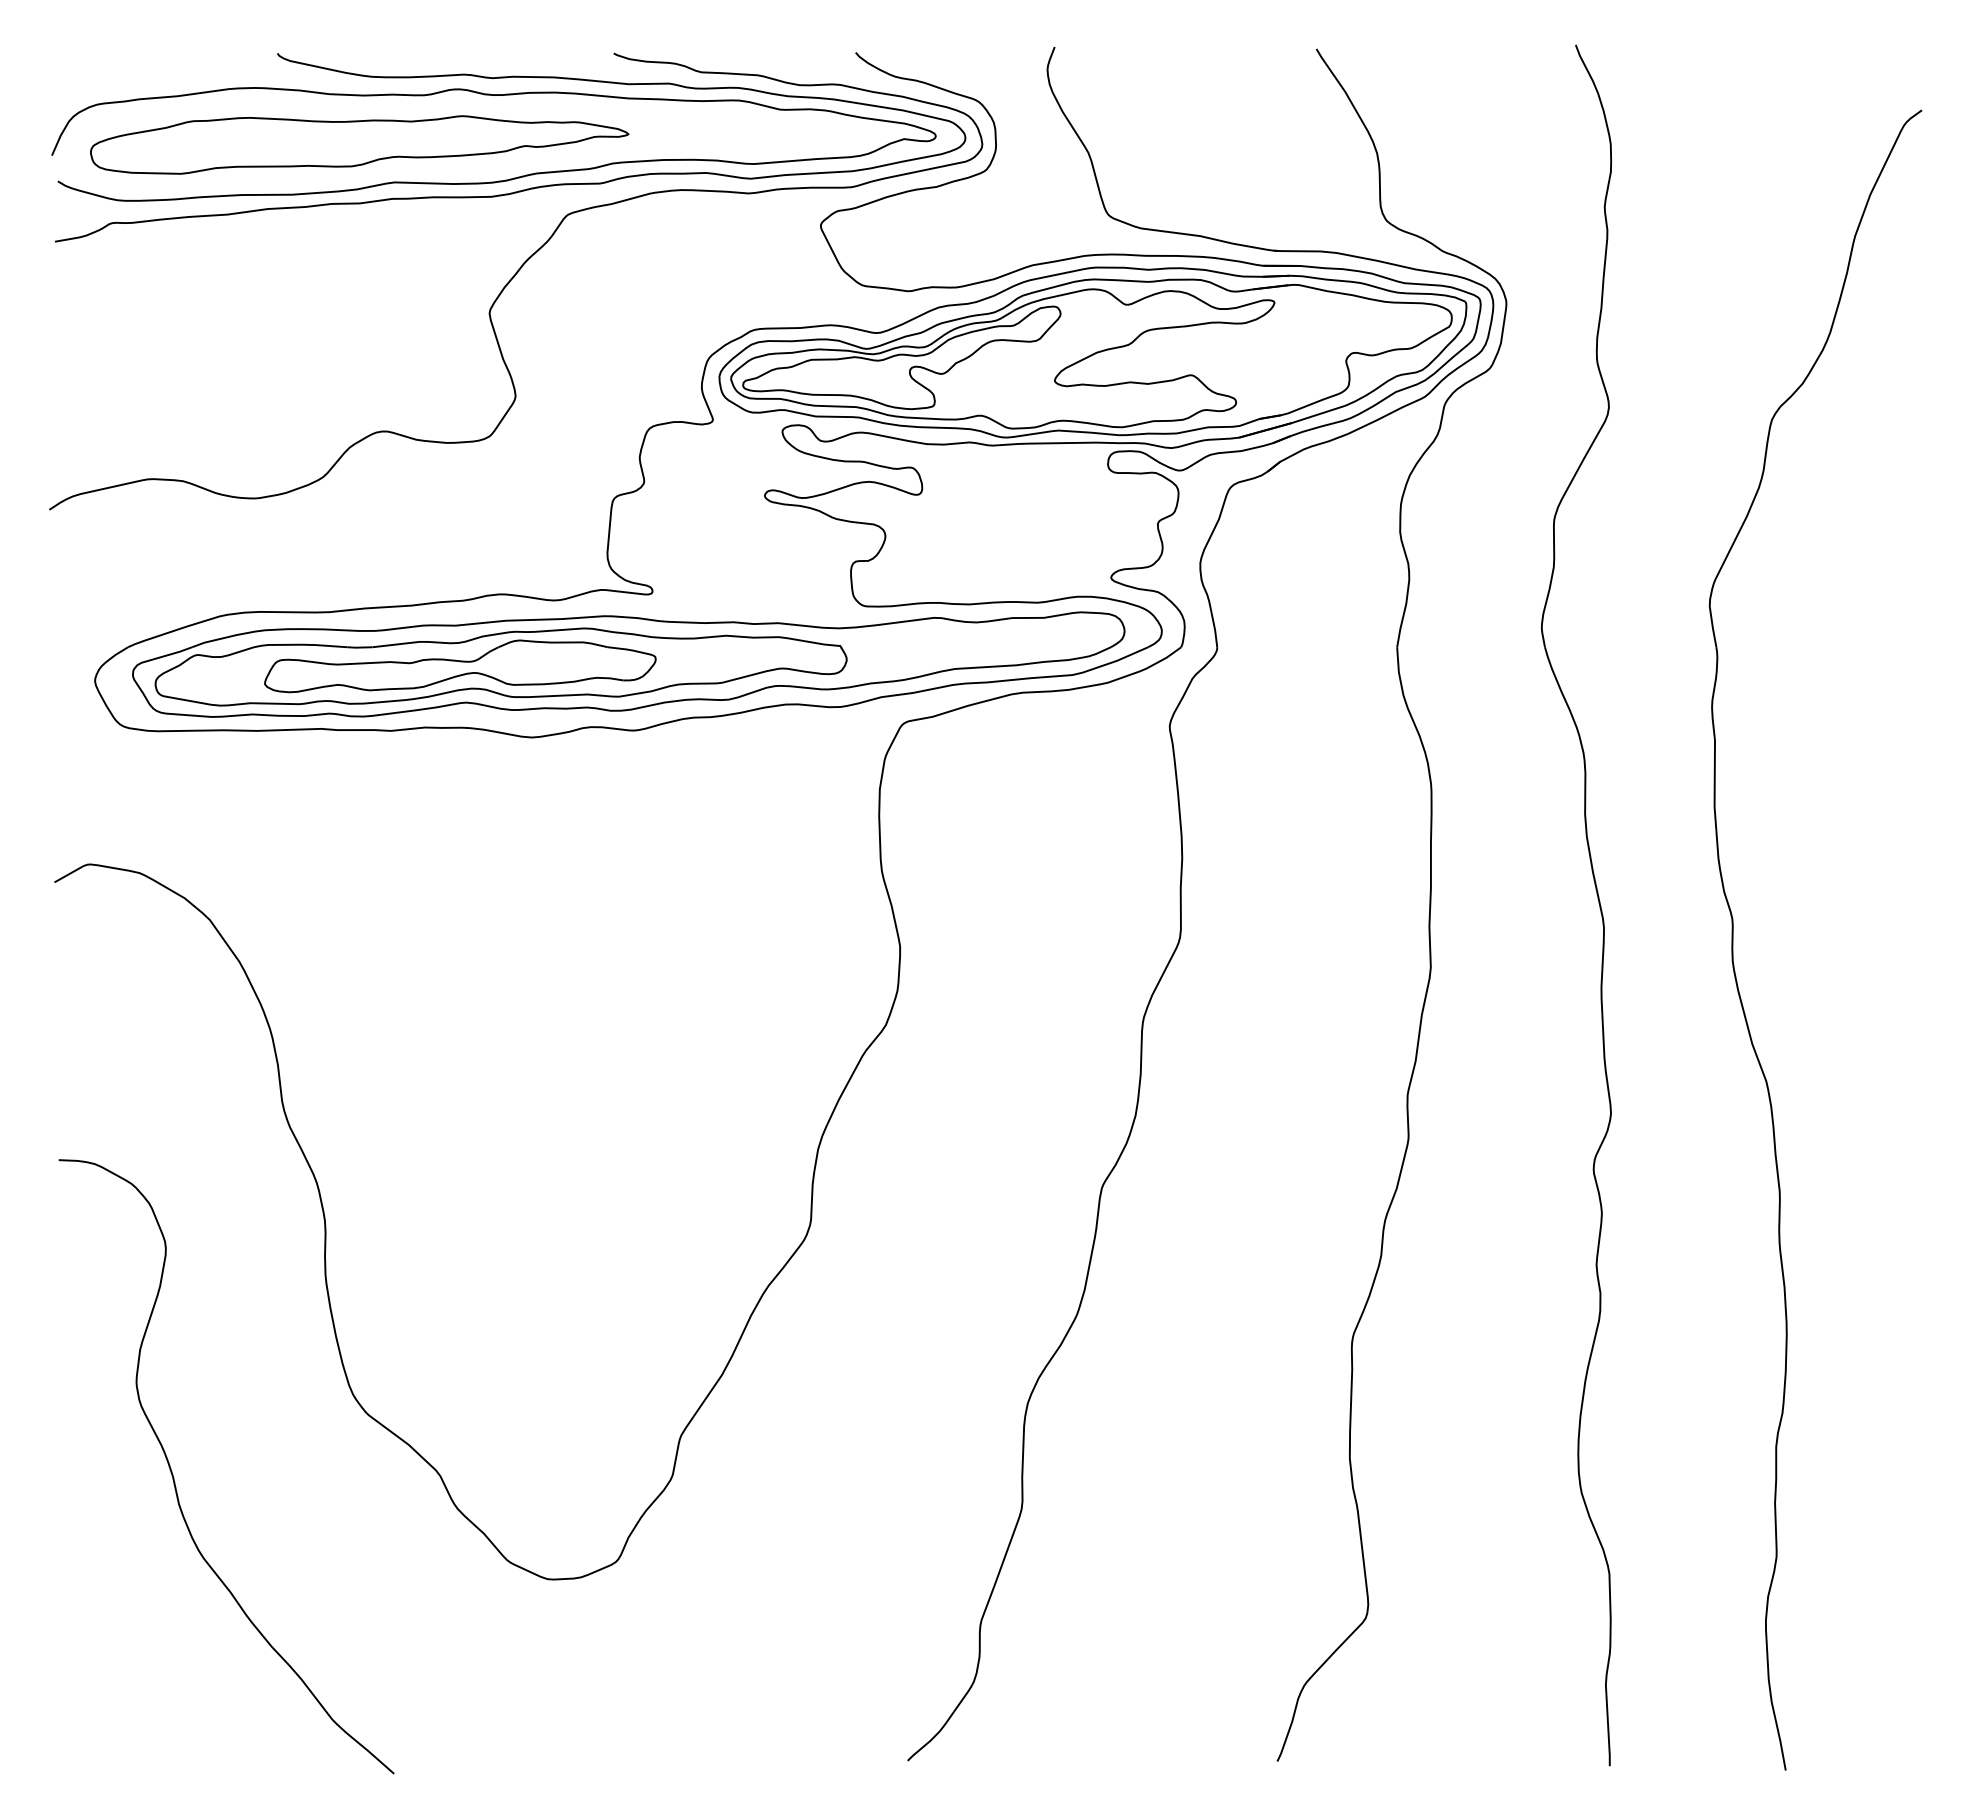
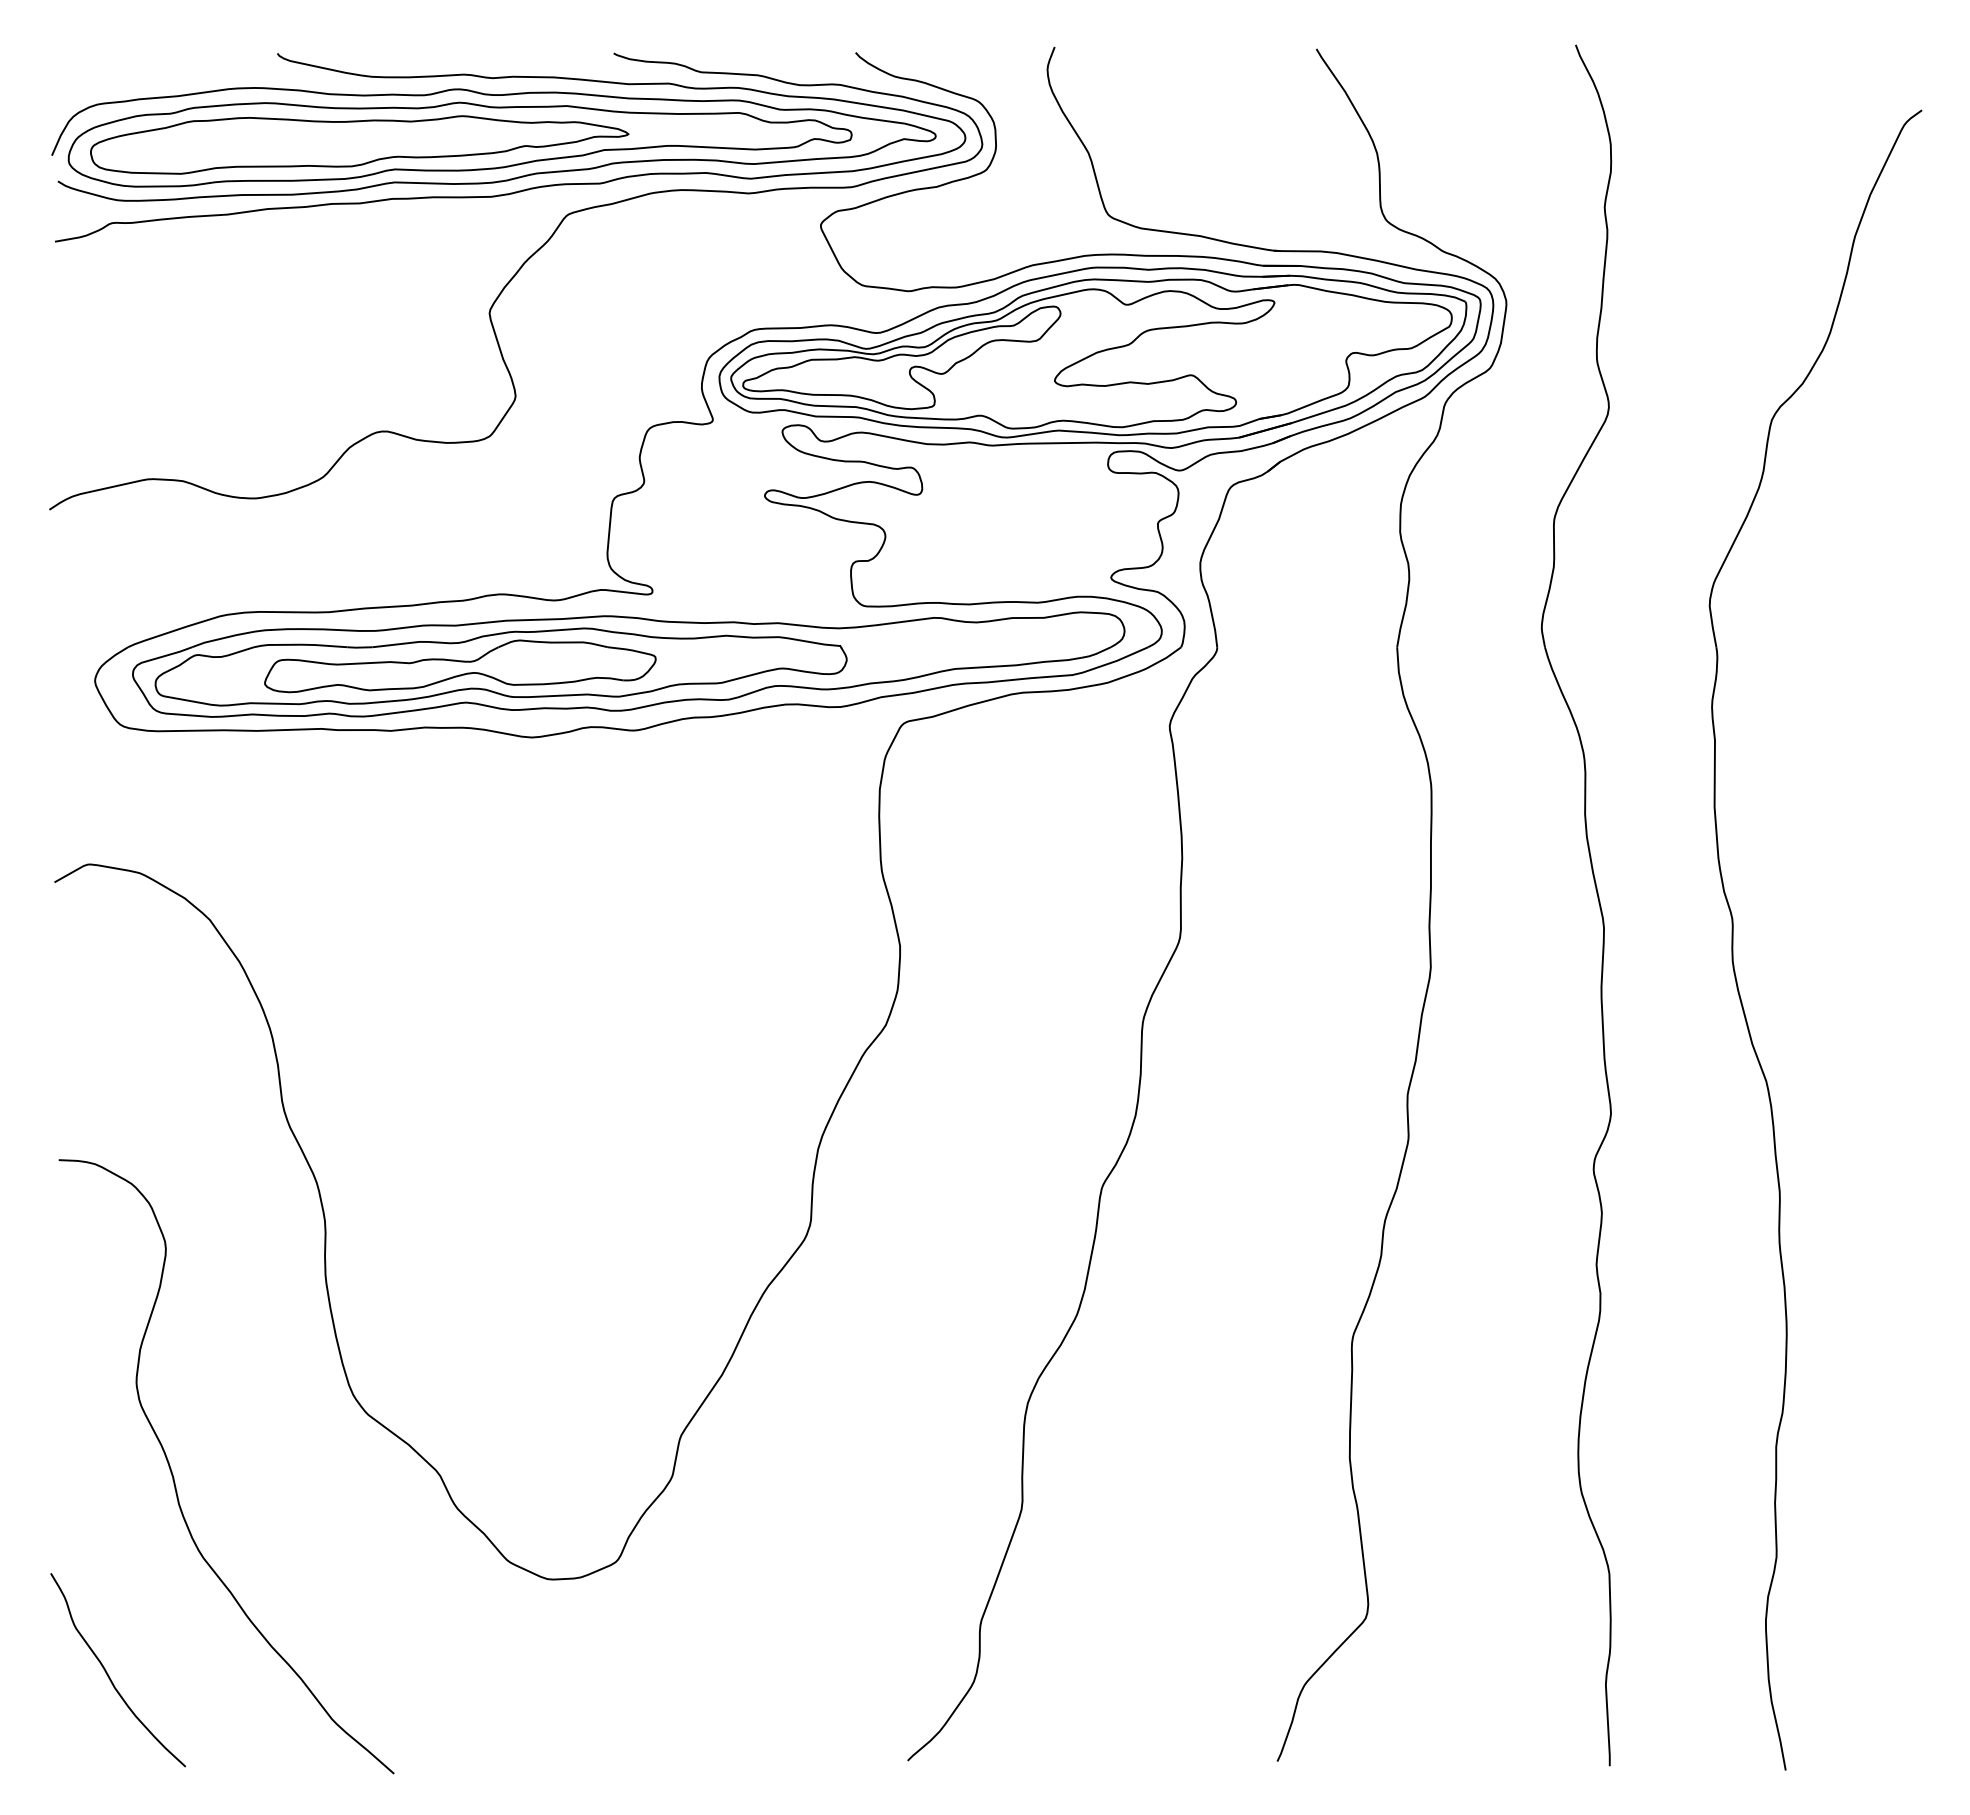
part at (459, 144): none -> present
curve at (109, 1675): none -> present
